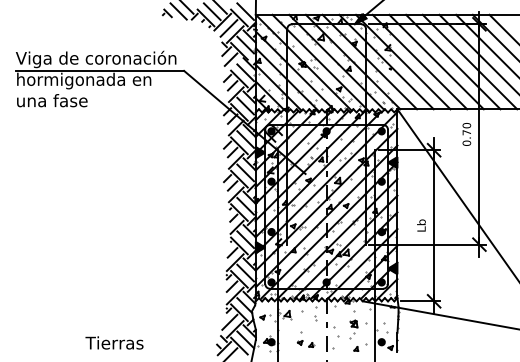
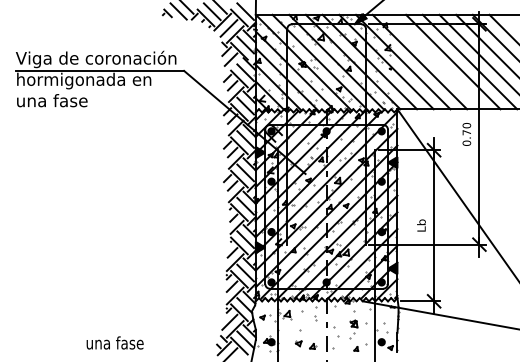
line at (436, 61): present -> none
part at (305, 339) size: 20x17 px -> 24x21 px
text at (114, 342): Tierras -> una fase
